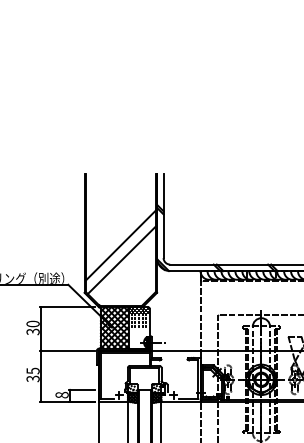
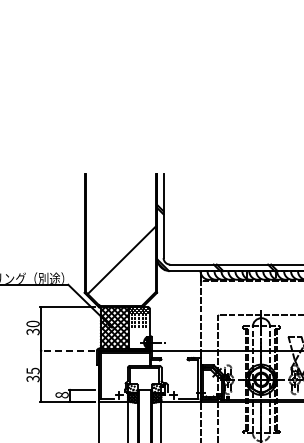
line at (120, 245): present -> none
line at (67, 350): solid -> dashed
